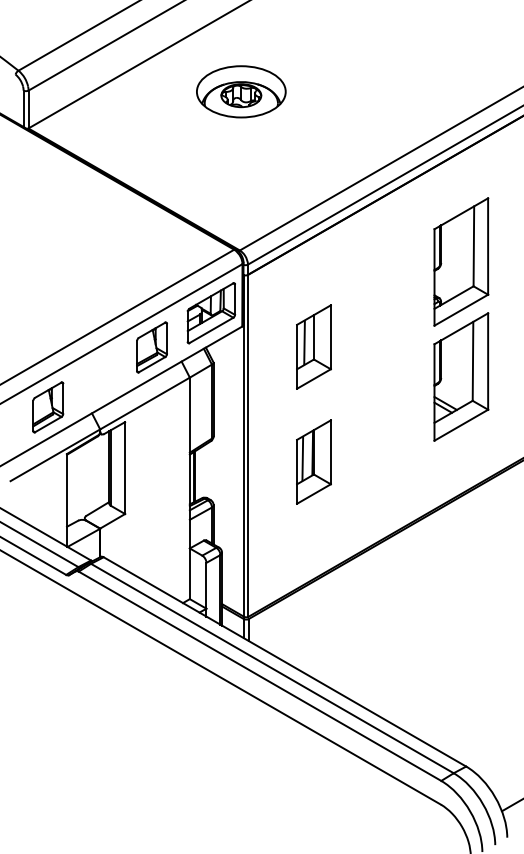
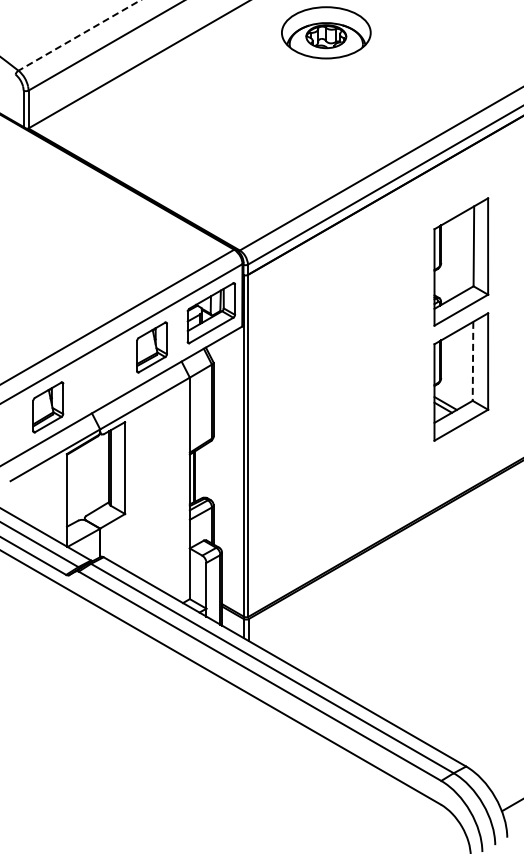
line at (79, 35): solid -> dashed
part at (241, 91) position: (241, 91) -> (326, 32)
part at (313, 346): present -> none
line at (473, 361): solid -> dashed
part at (313, 461): present -> none
